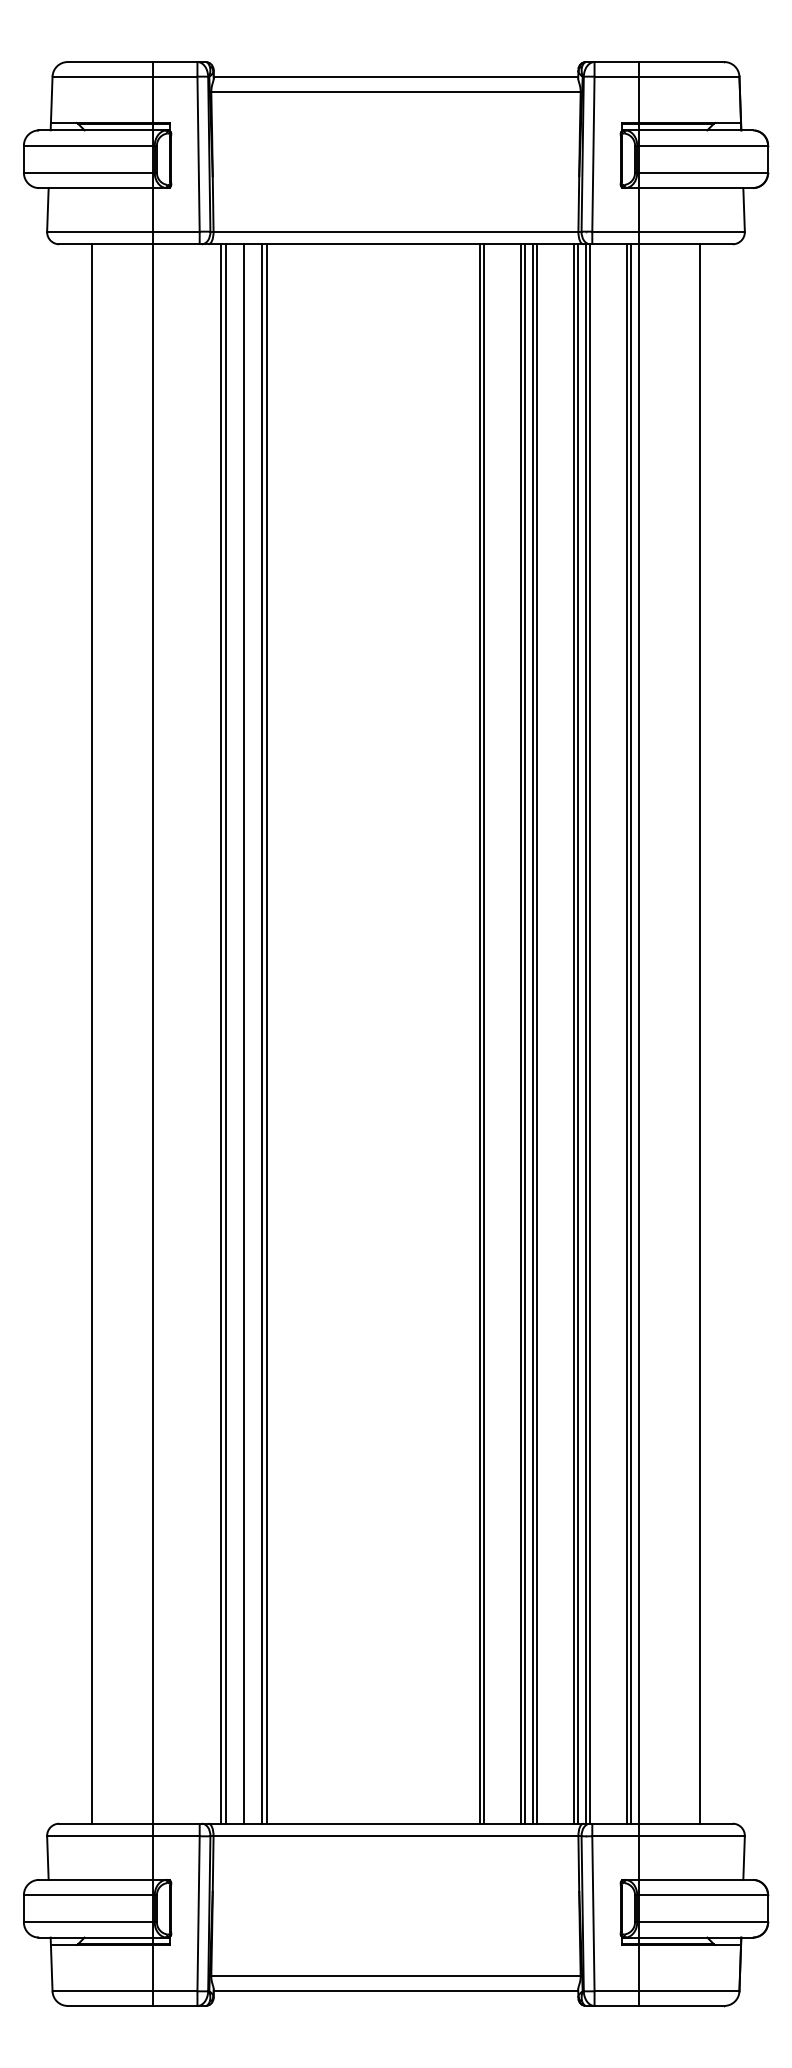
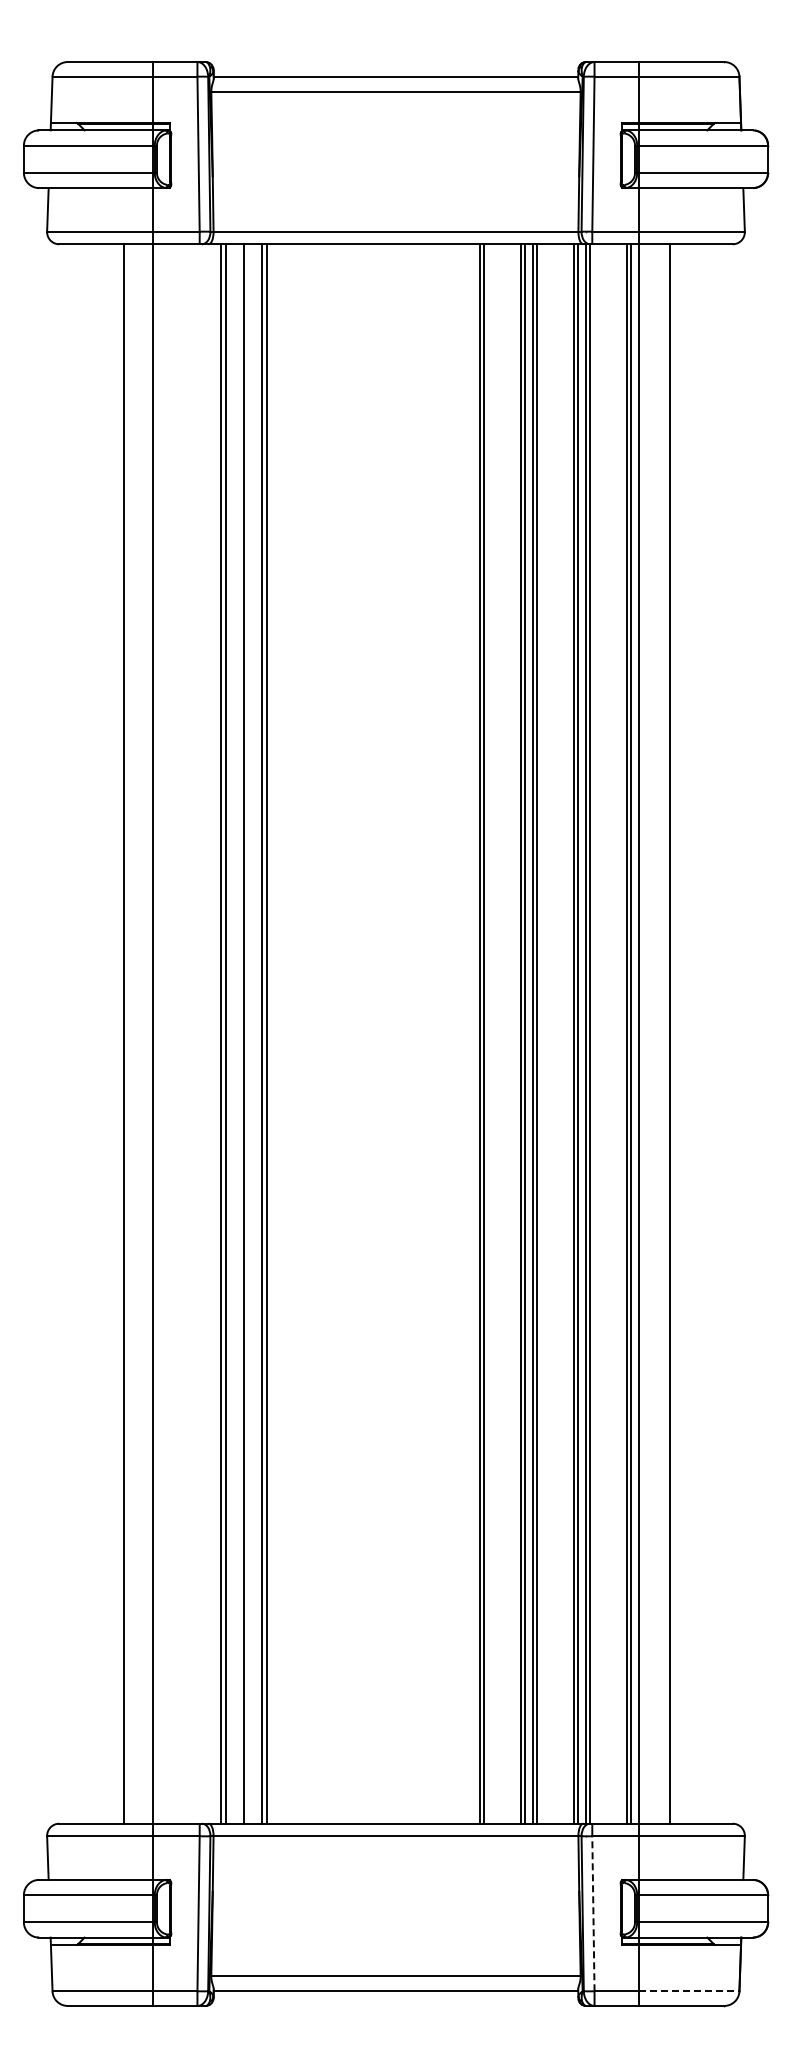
line at (92, 1033) position: (92, 1033) -> (124, 1033)
line at (699, 1033) position: (699, 1033) -> (669, 1033)
line at (593, 1913): solid -> dashed
line at (689, 1991): solid -> dashed
